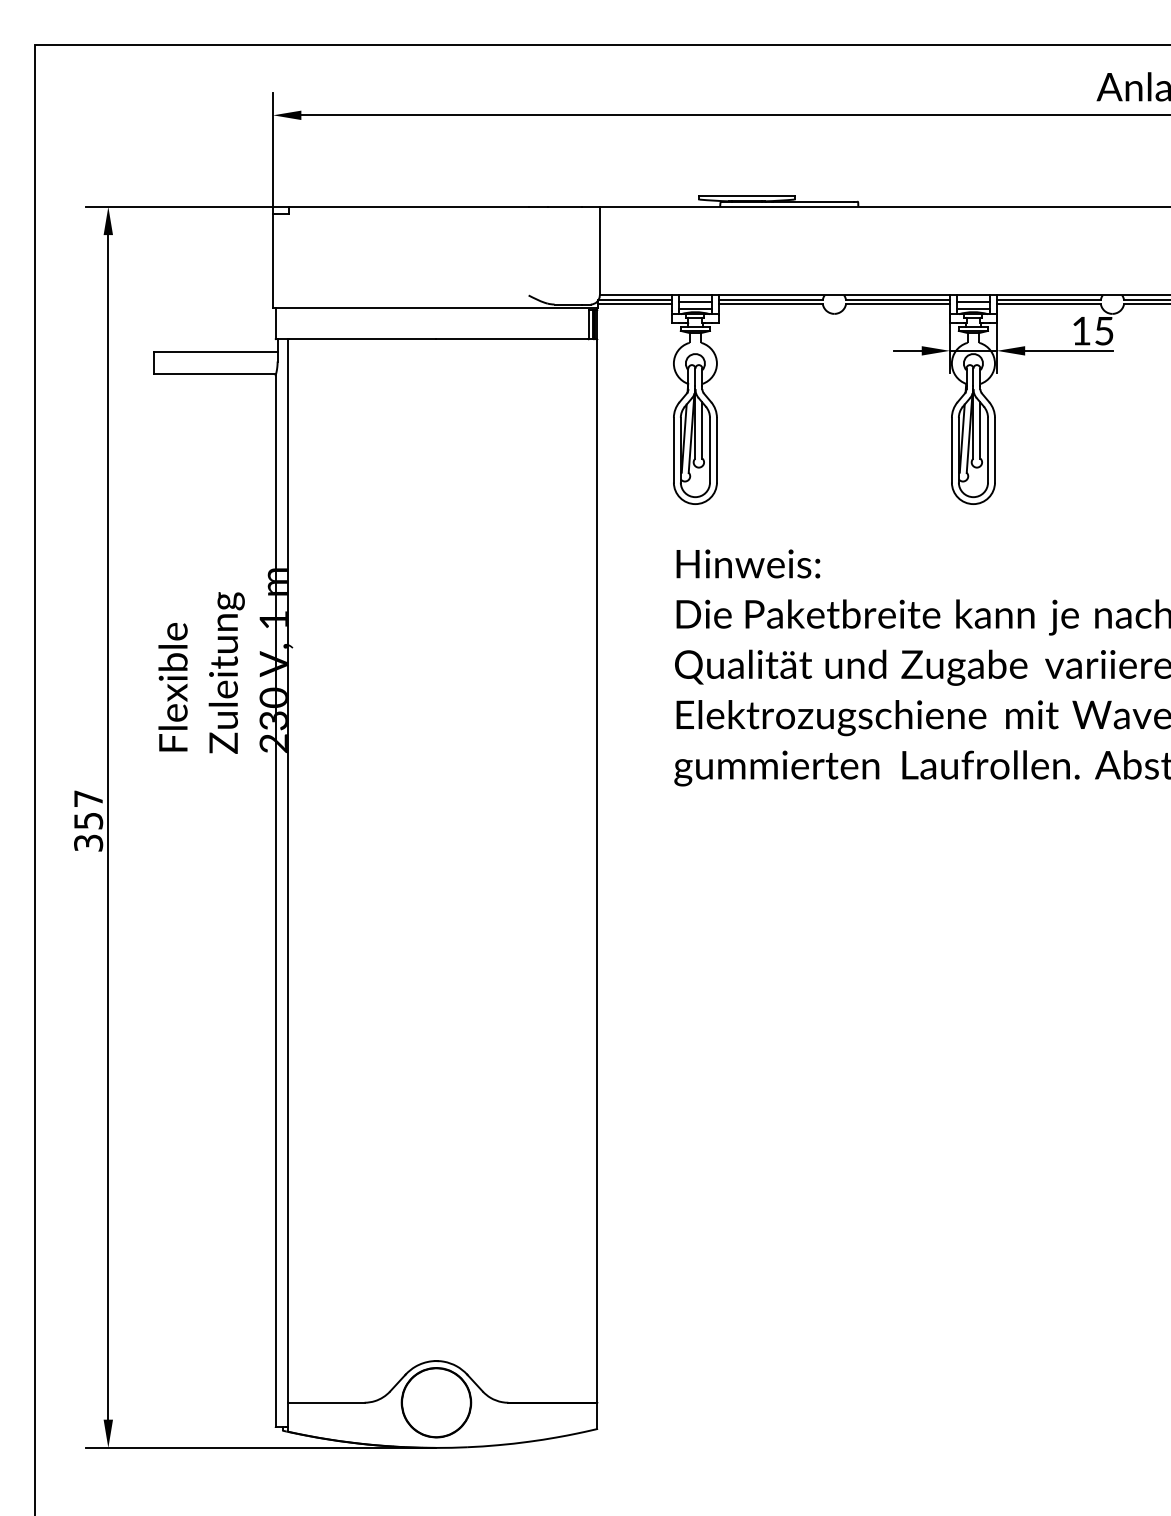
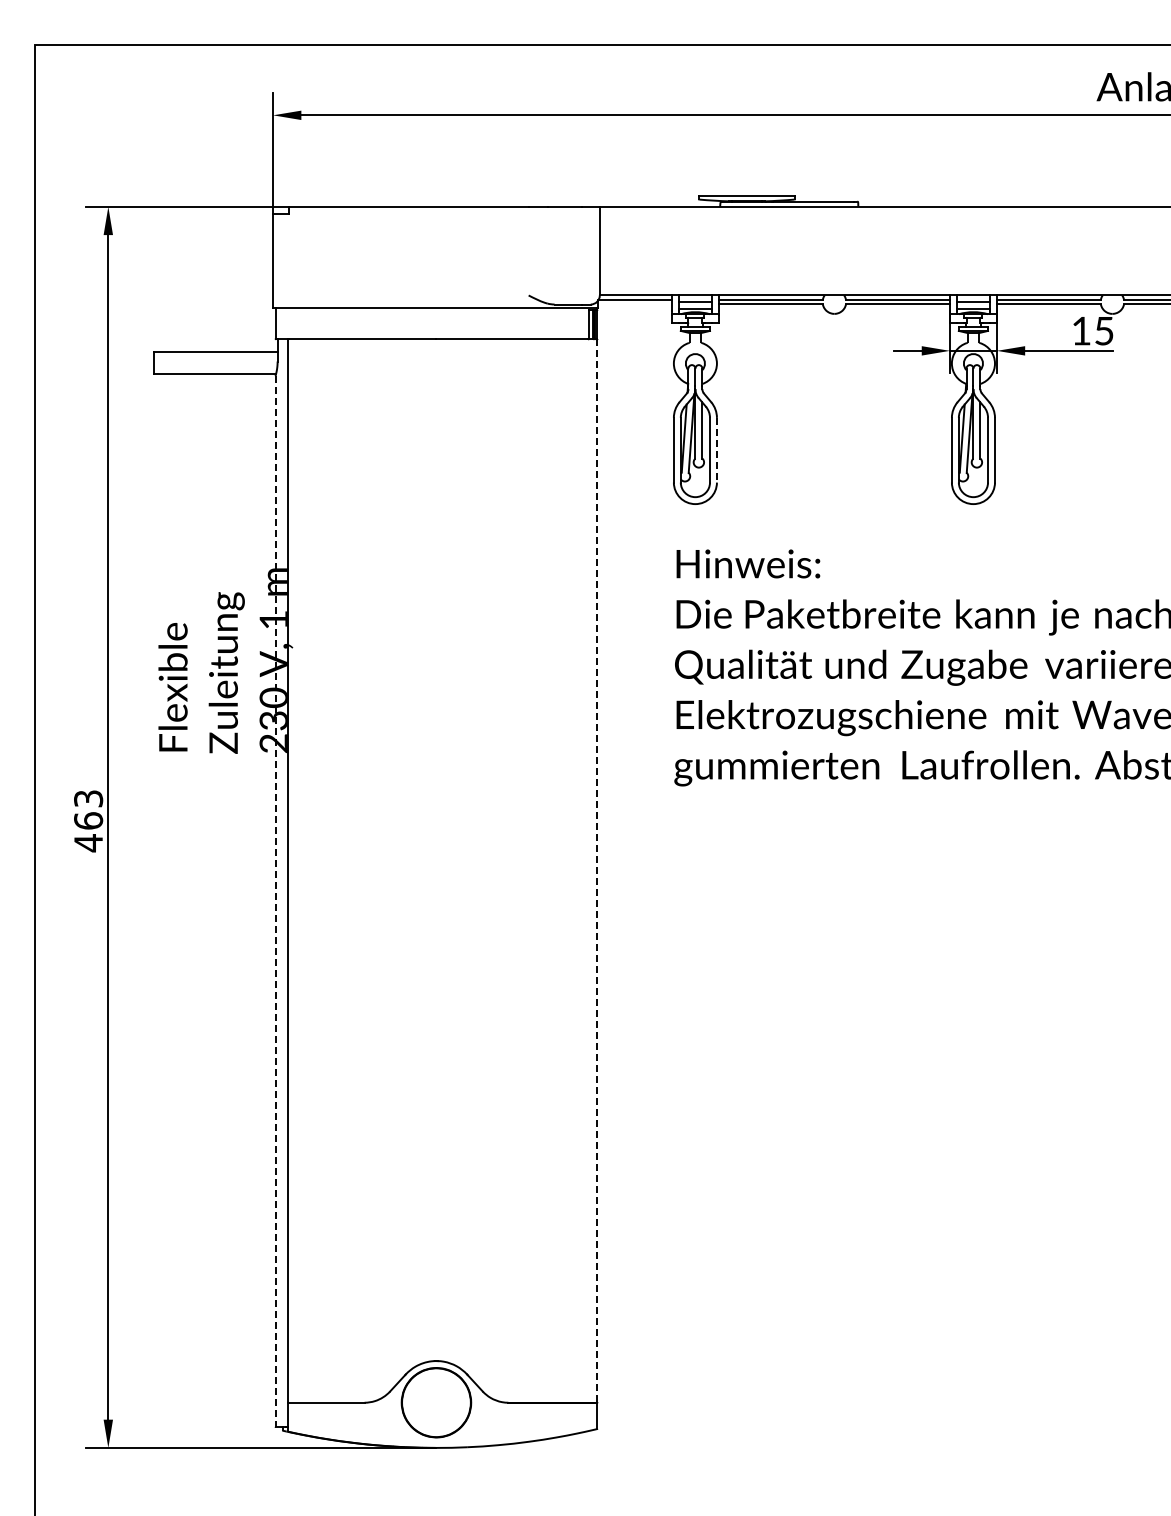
line at (634, 303): present -> none
line at (716, 450): solid -> dashed
text at (88, 821): 357 -> 463
line at (597, 870): solid -> dashed
line at (275, 901): solid -> dashed
